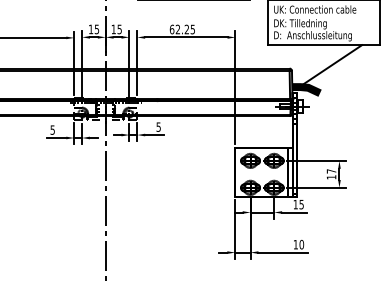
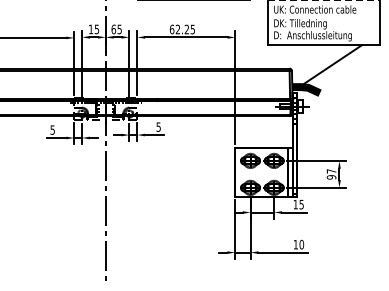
line at (324, 0): solid -> dashed
text at (113, 29): 15 -> 65
text at (331, 177): 17 -> 97
